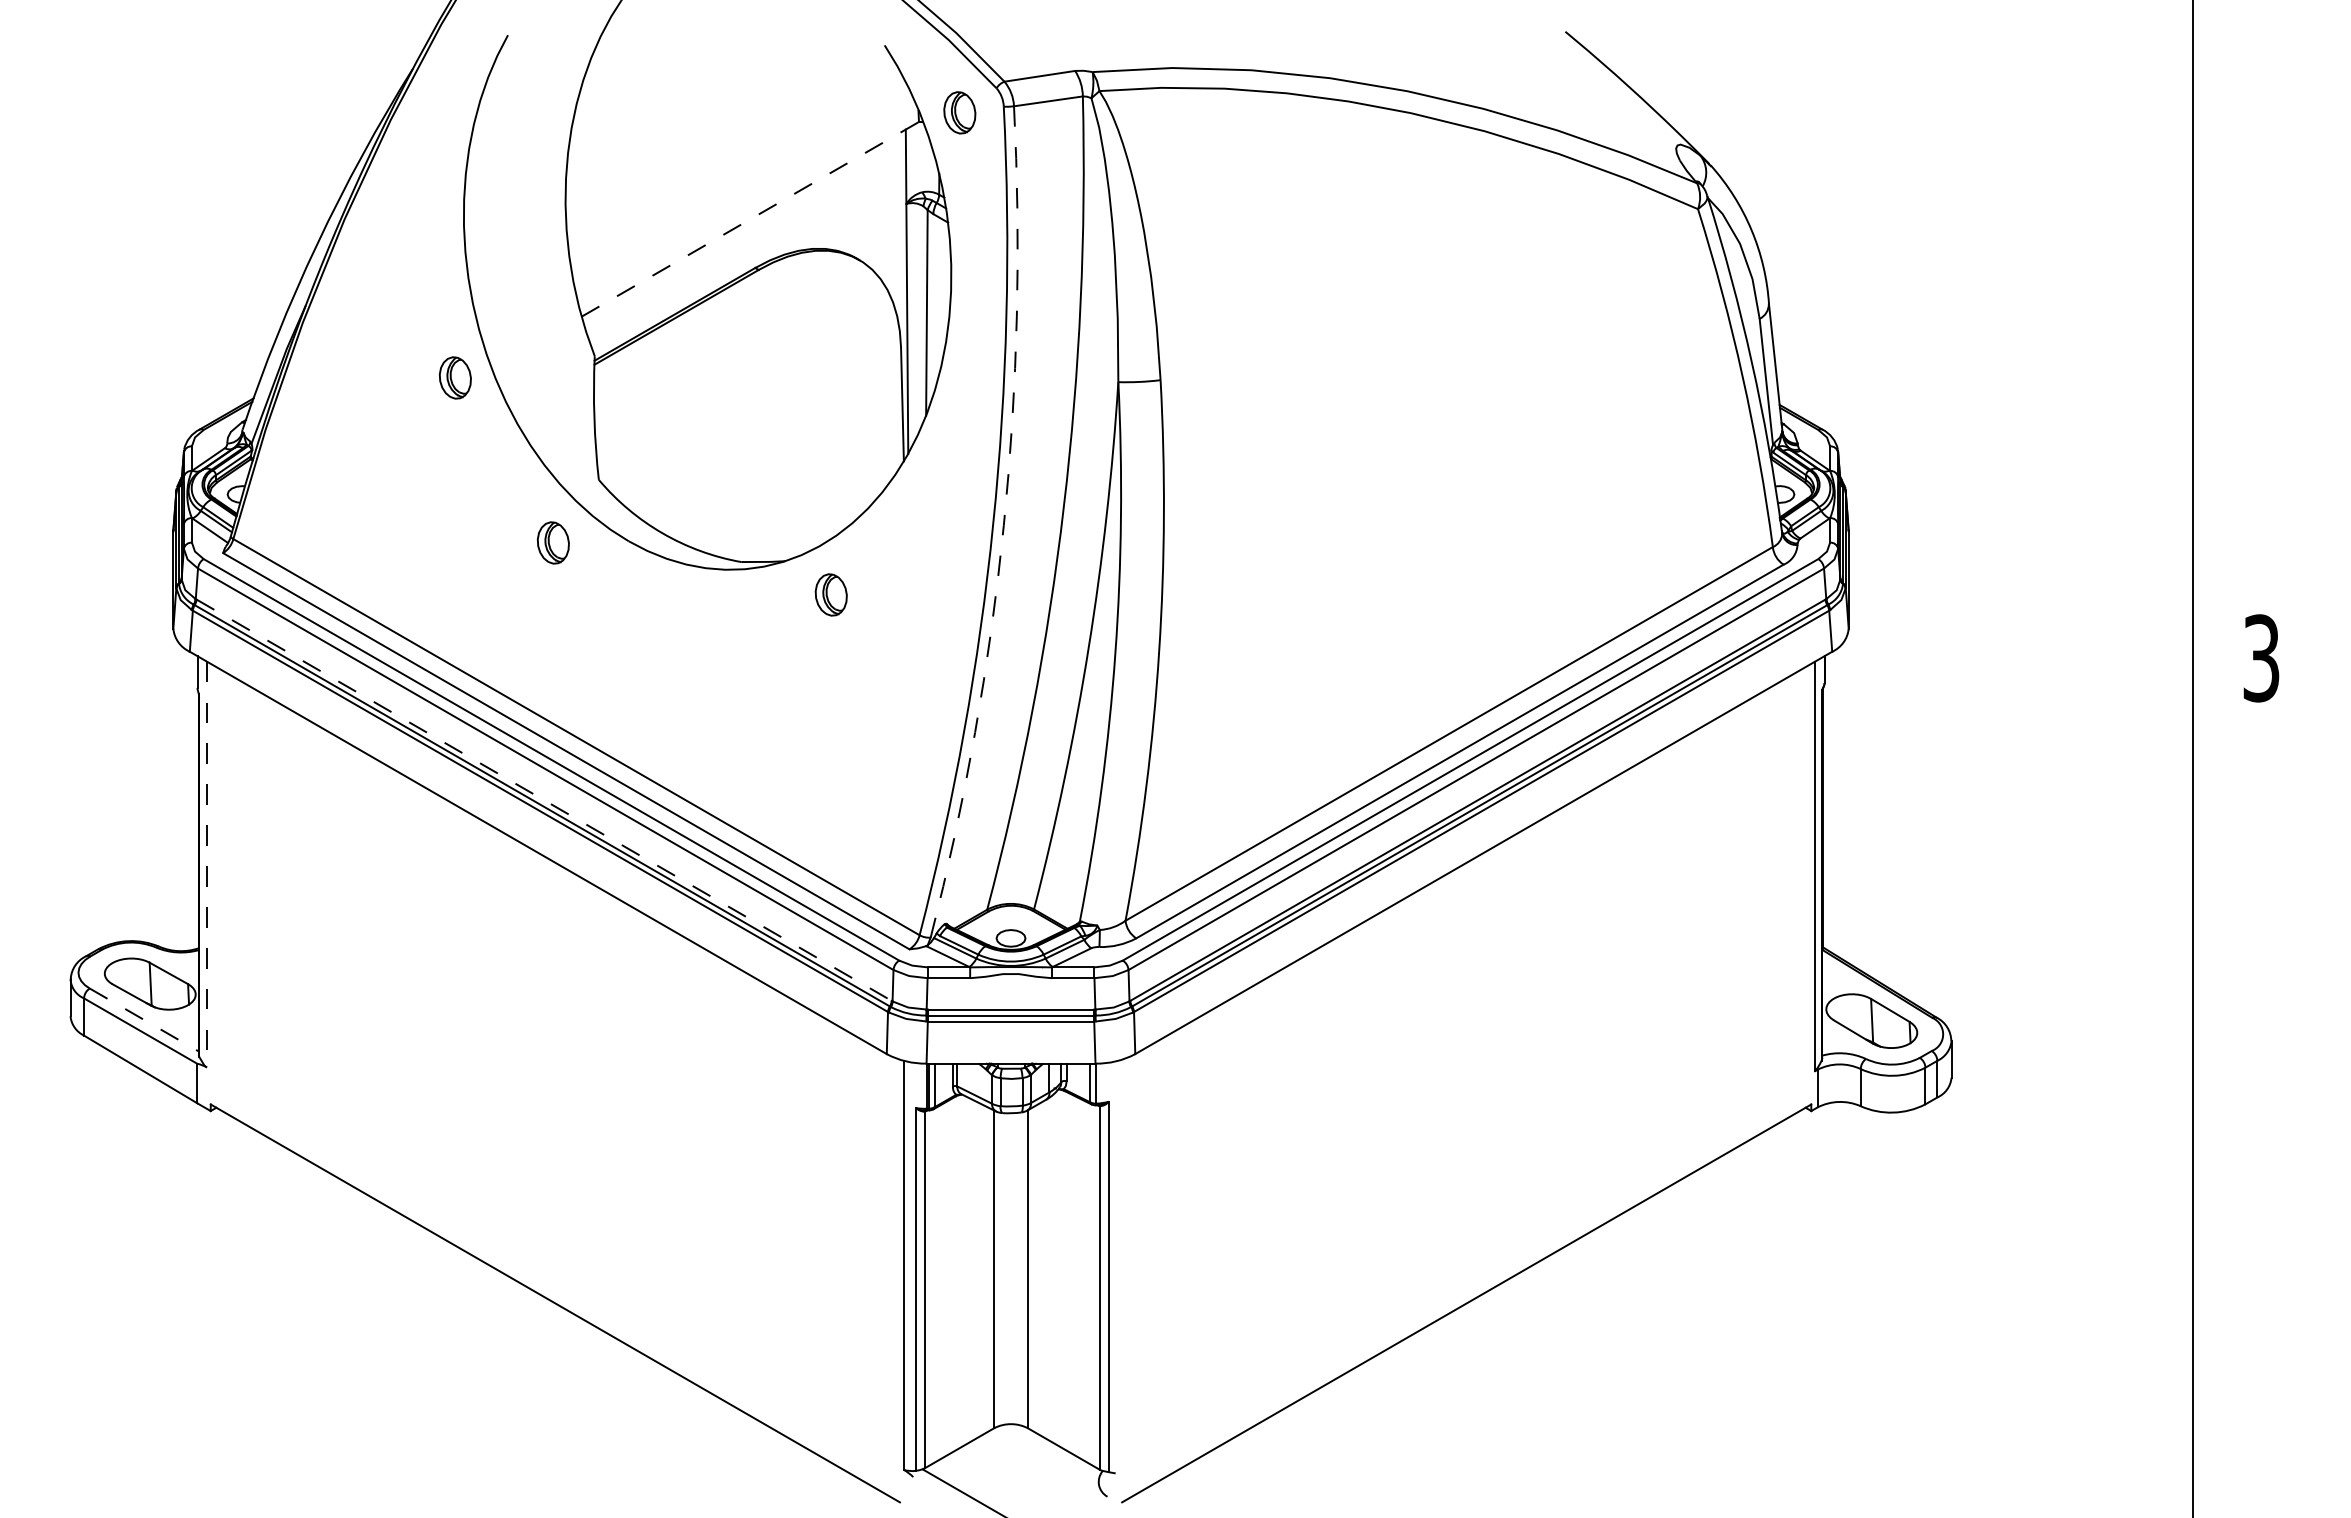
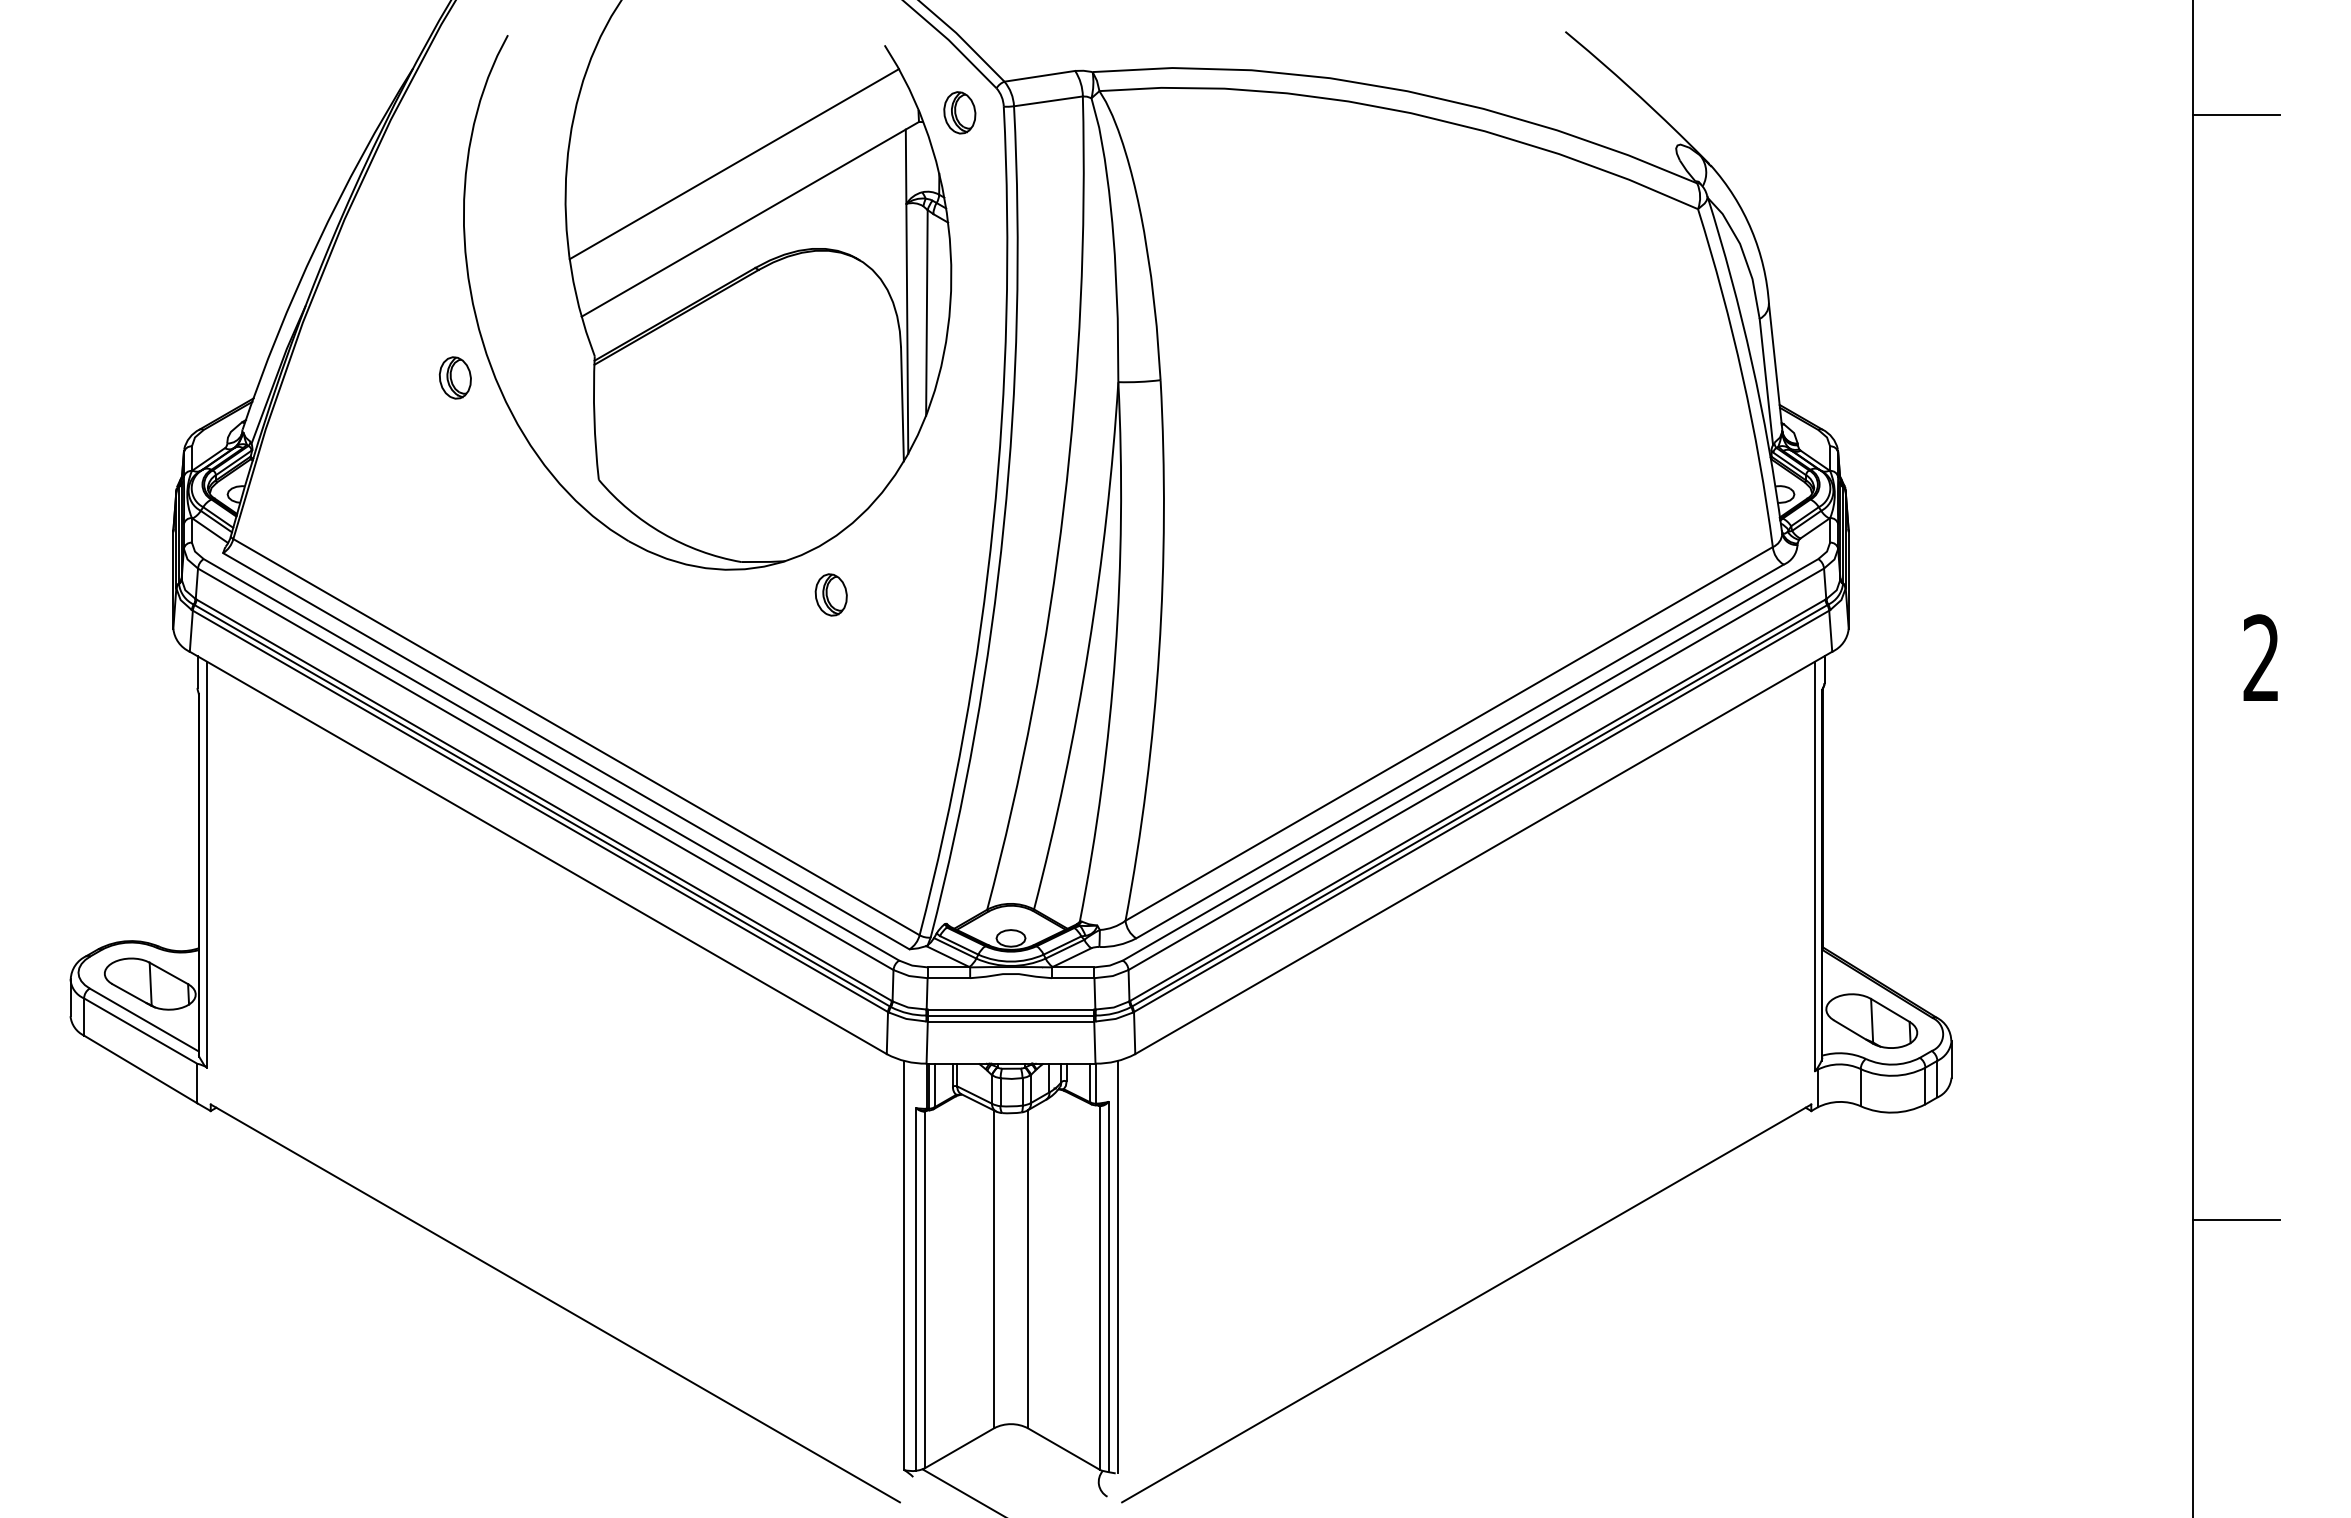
line at (2236, 115): none -> present
line at (734, 164): none -> present
line at (750, 219): dashed -> solid
arc at (1003, 525): dashed -> solid
part at (552, 542): present -> none
text at (2261, 658): 3 -> 2
line at (544, 800): dashed -> solid
line at (206, 864): dashed -> solid
line at (144, 1020): dashed -> solid
line at (2236, 1219): none -> present
line at (1118, 1266): none -> present
